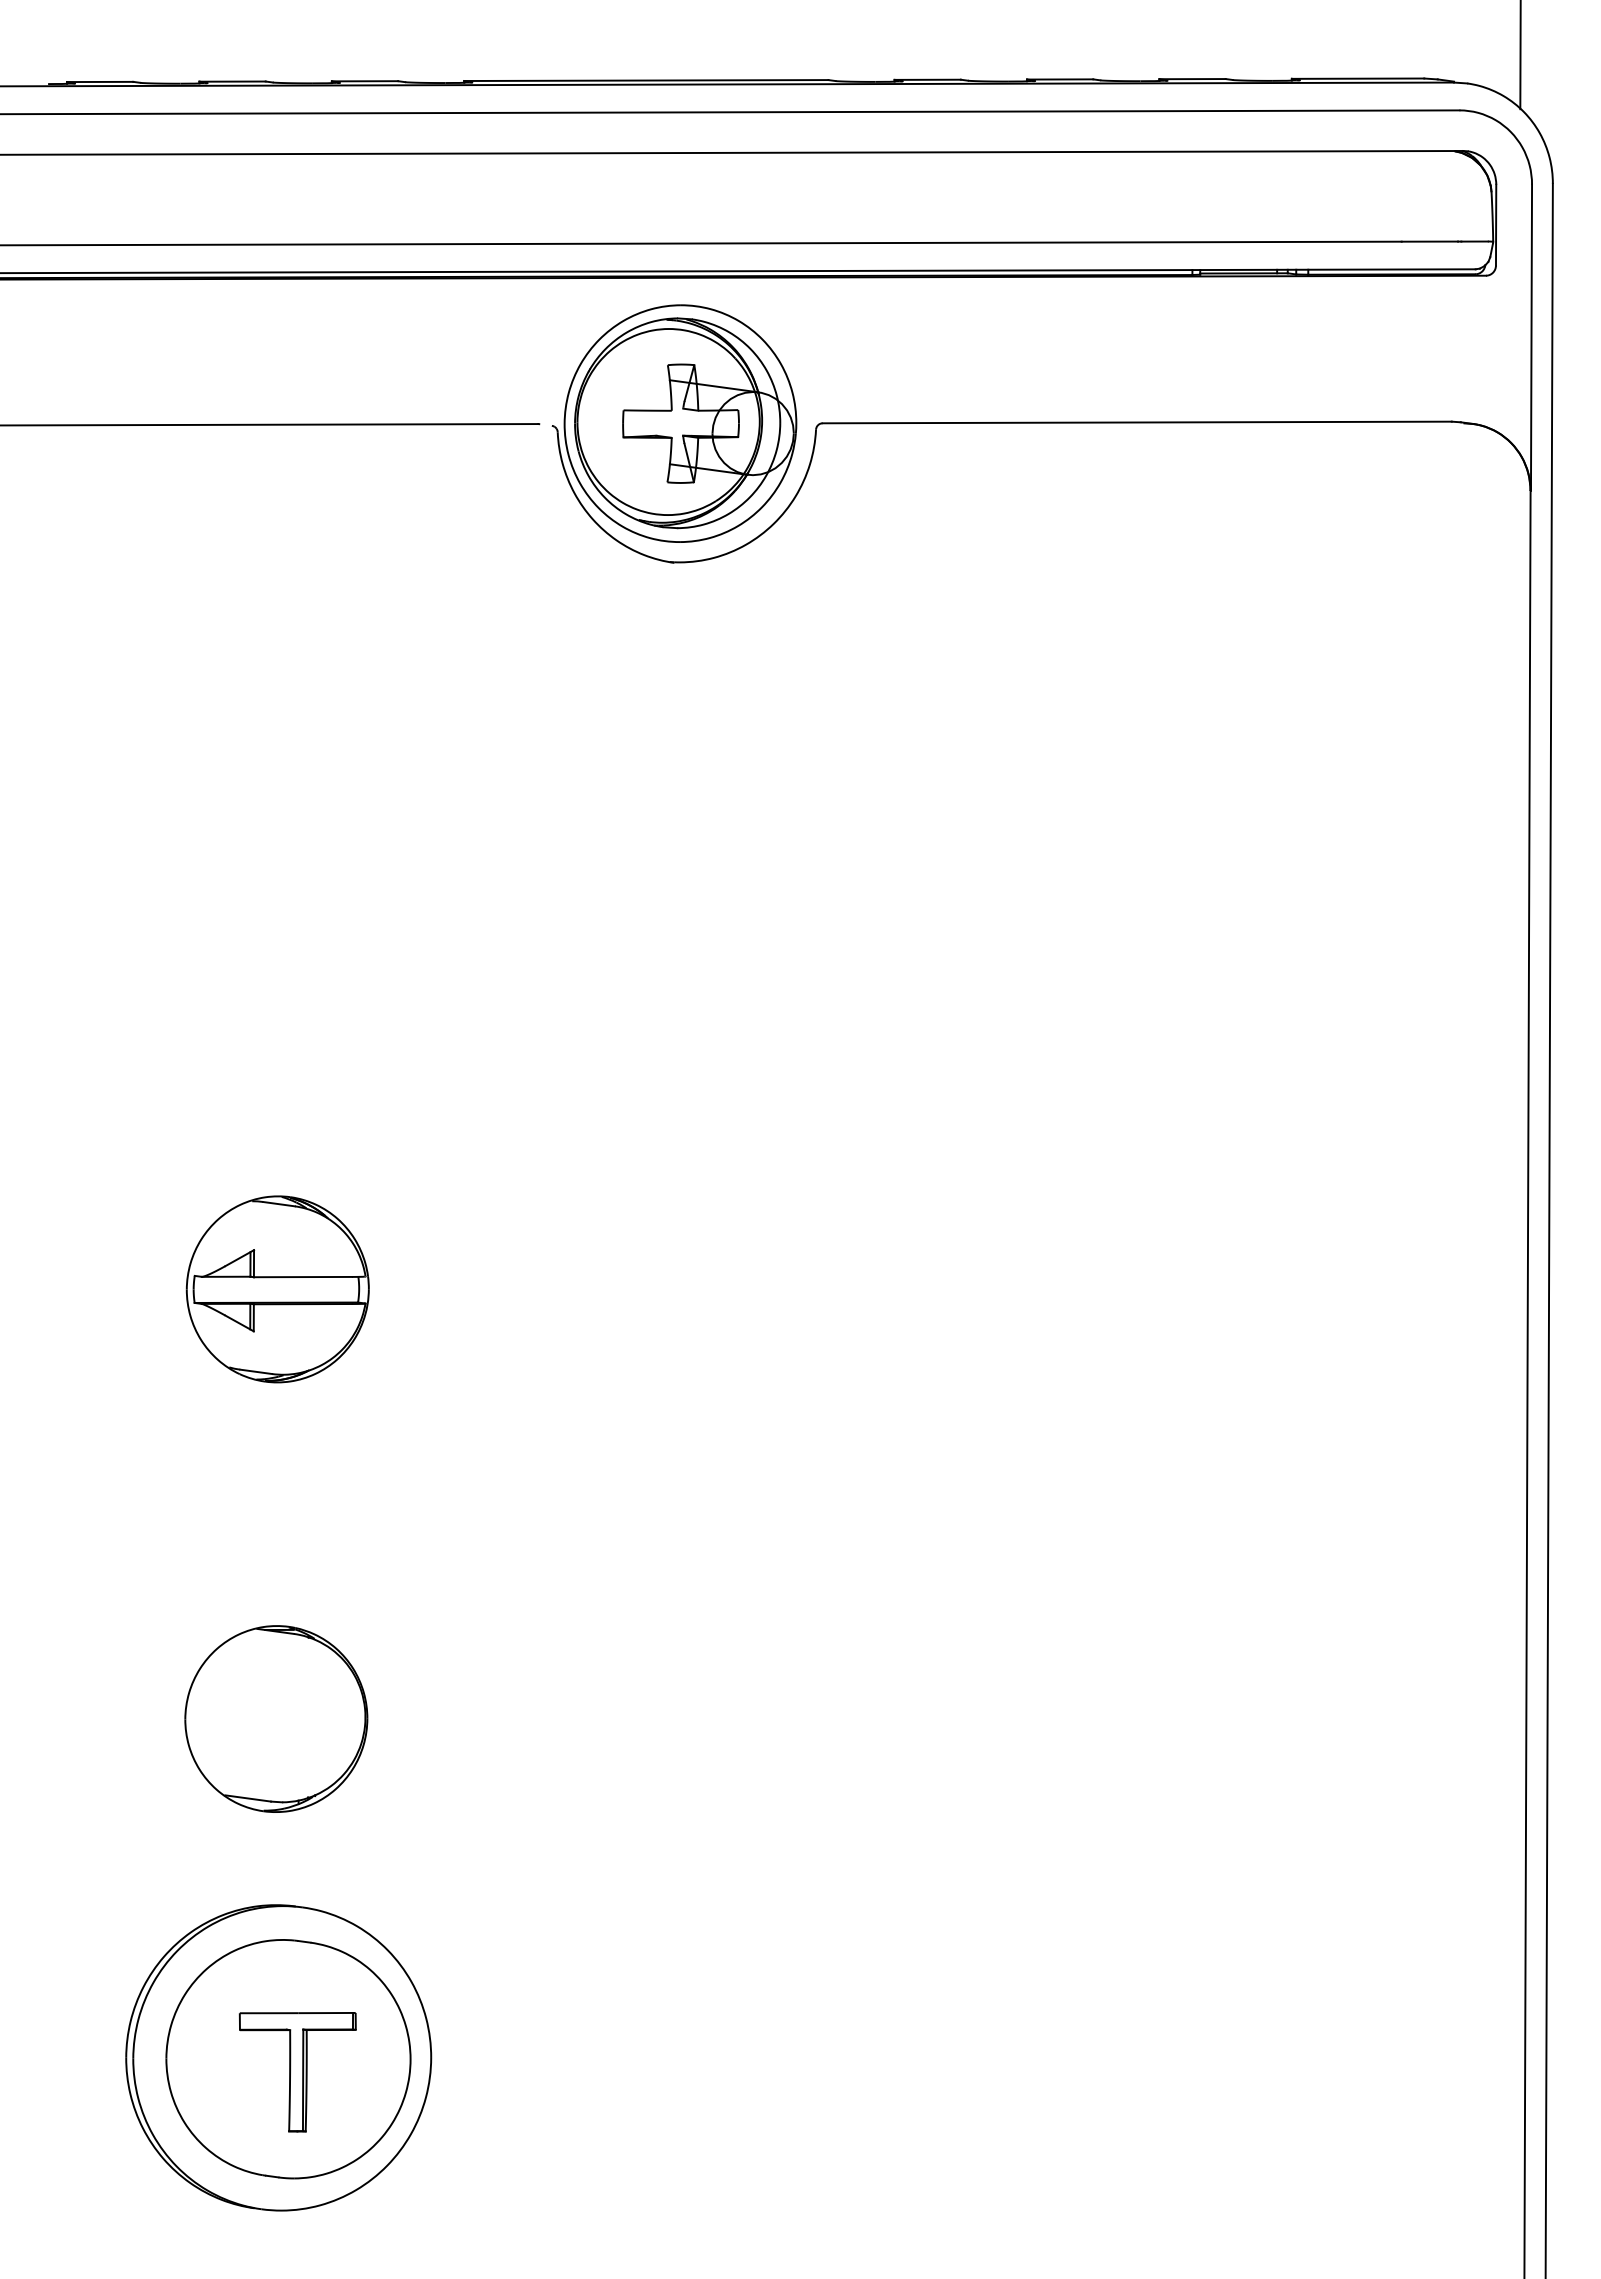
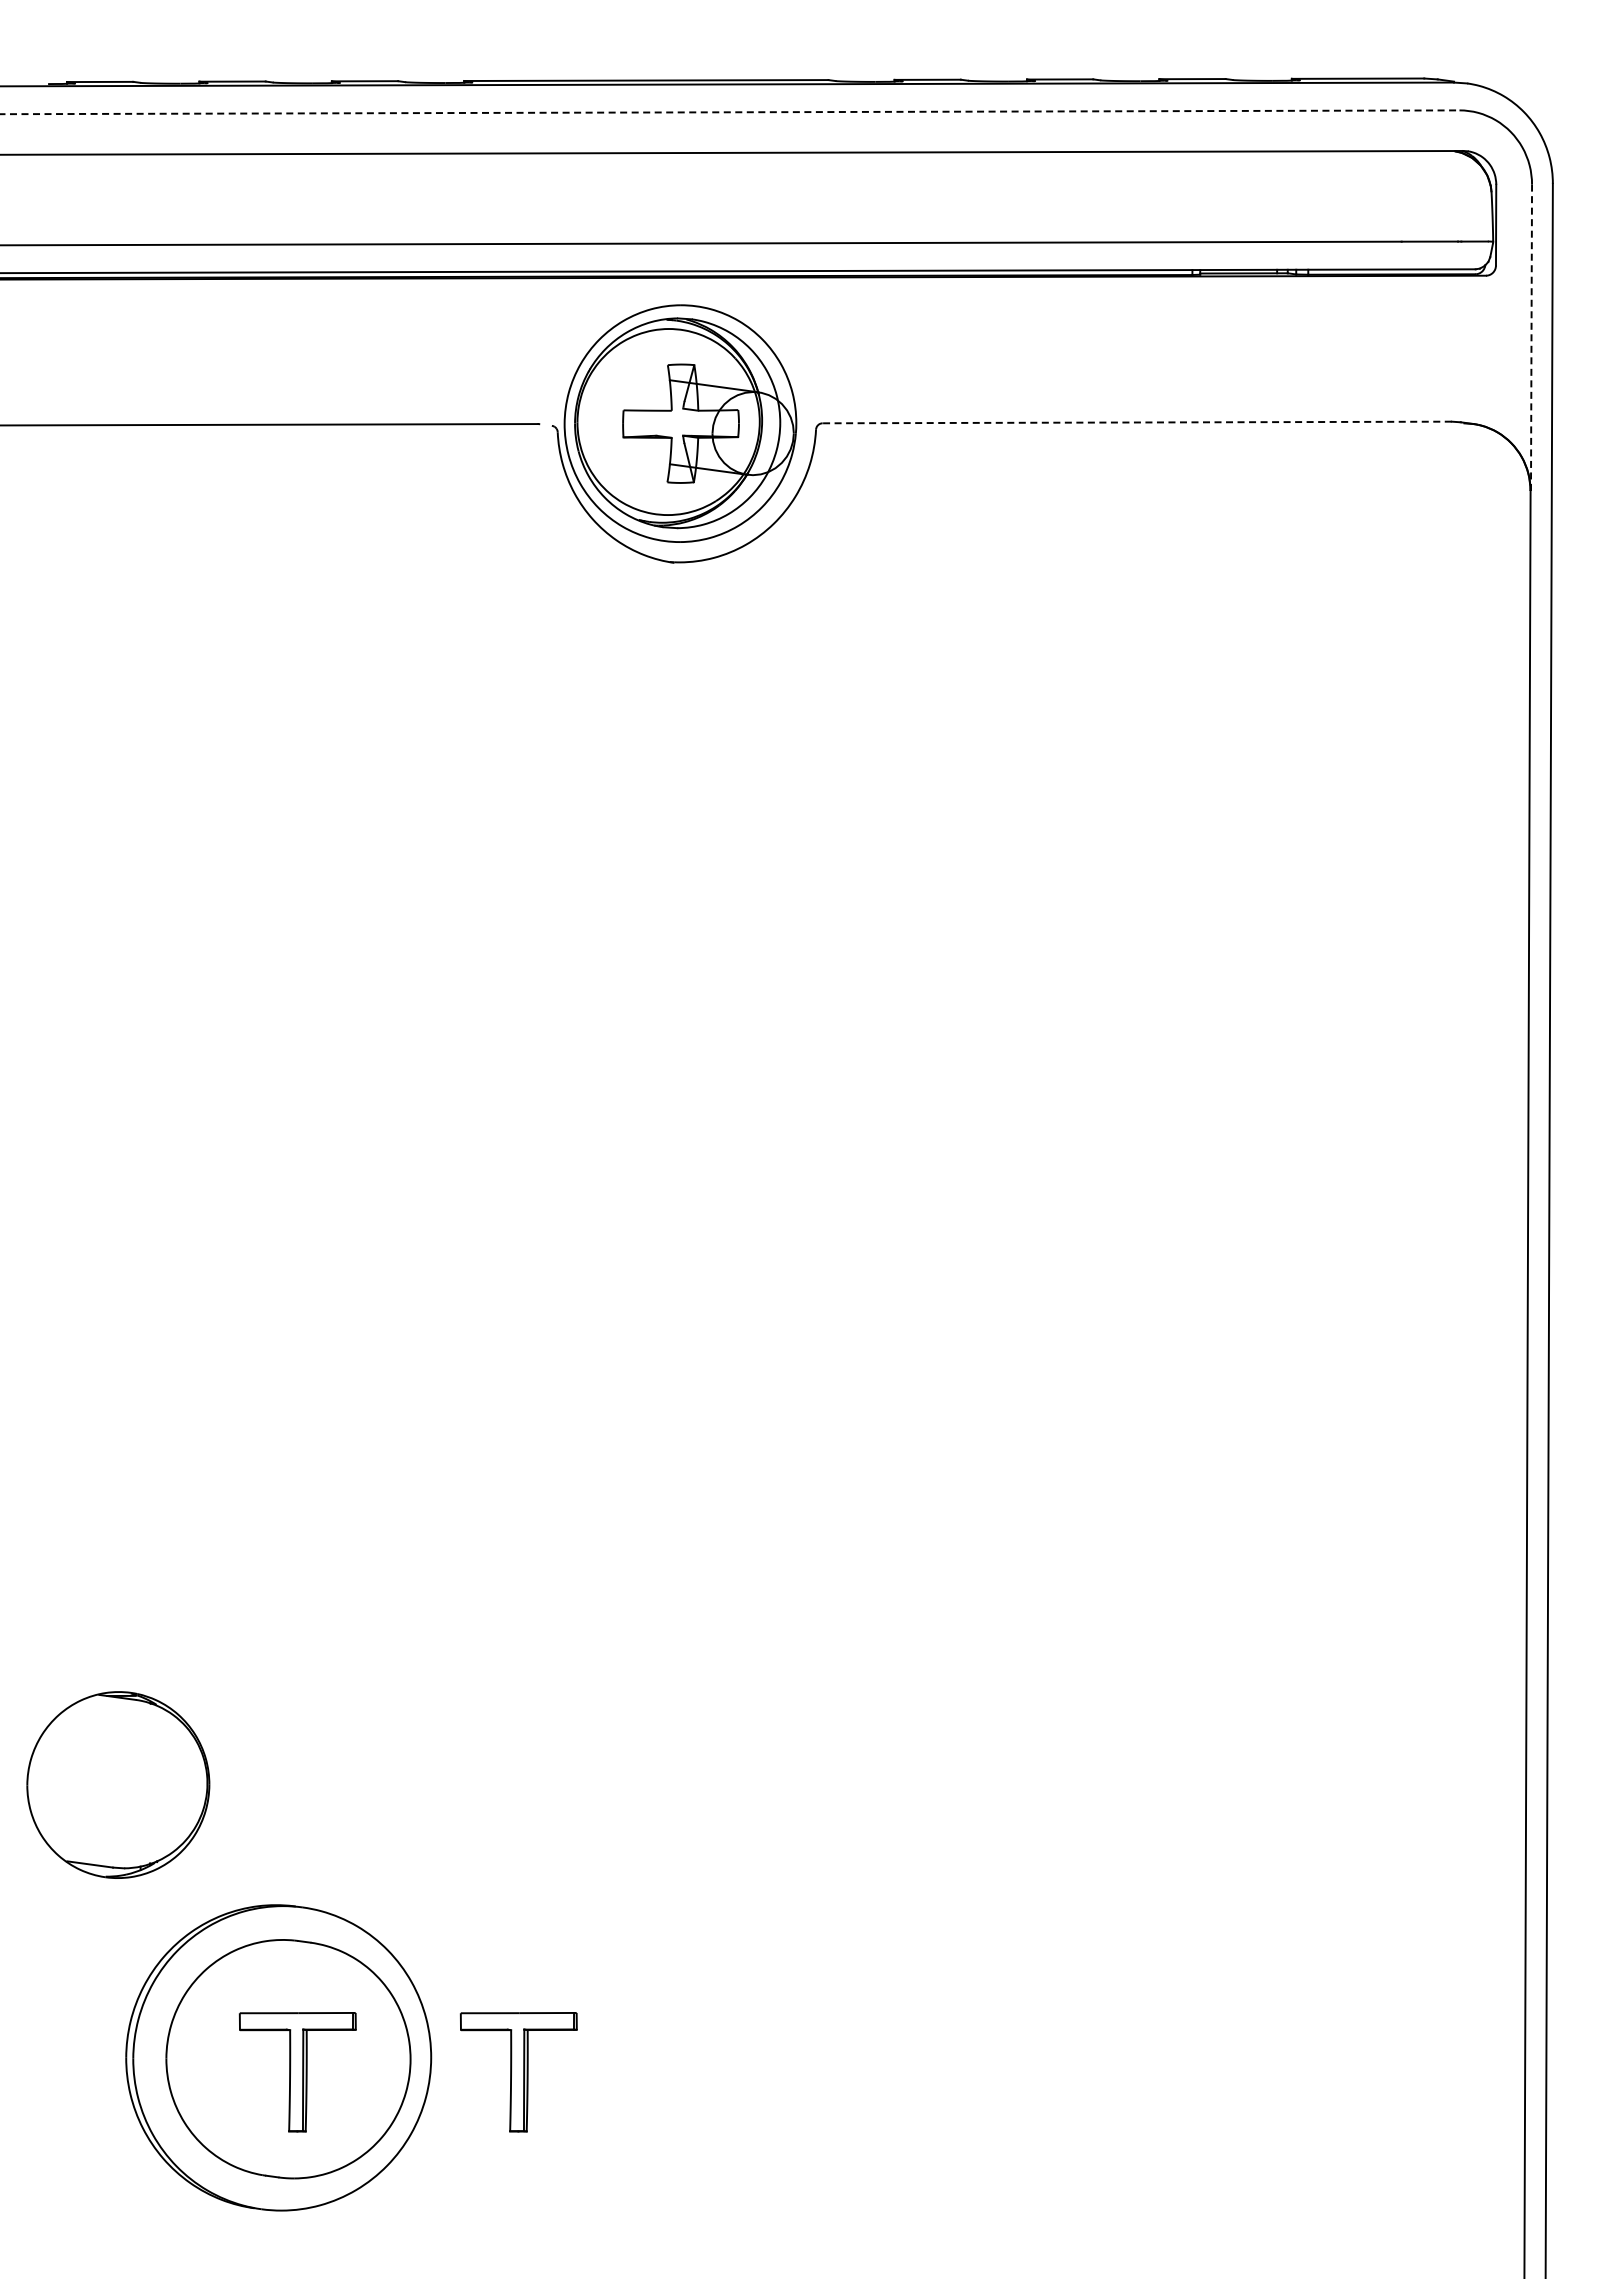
line at (1520, 55): present -> none
line at (730, 112): solid -> dashed
line at (1531, 338): solid -> dashed
line at (1137, 422): solid -> dashed
part at (277, 1289): present -> none
part at (276, 1718) position: (276, 1718) -> (118, 1784)
part at (518, 2072): none -> present
